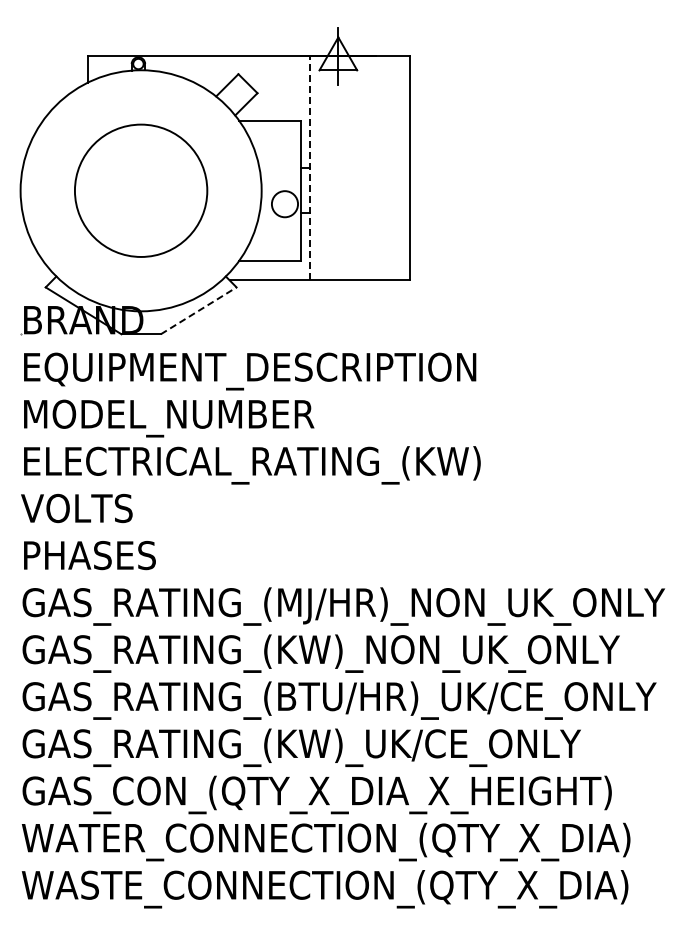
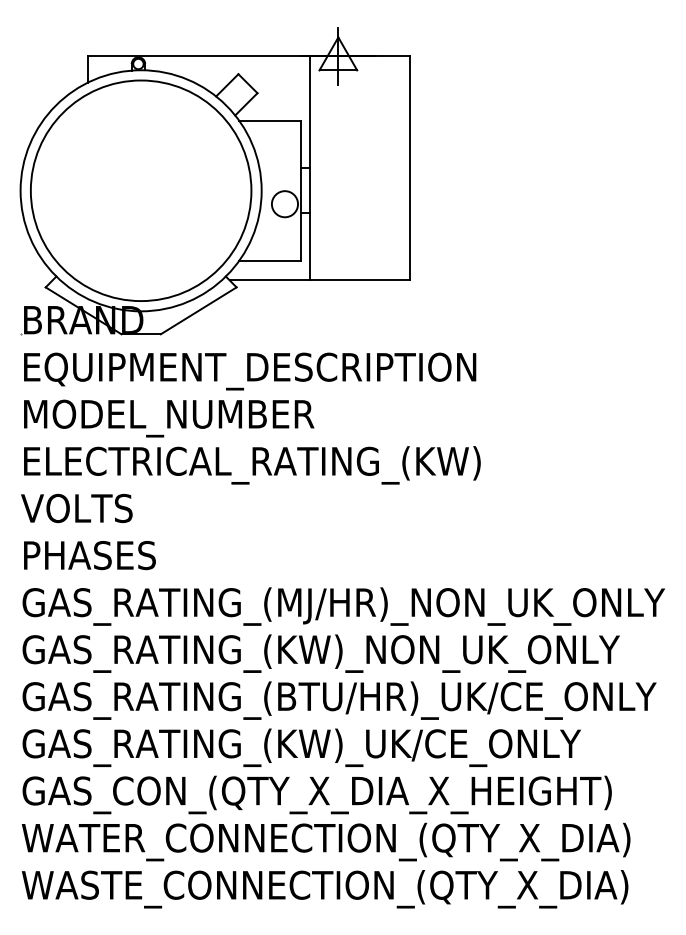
line at (309, 167): dashed -> solid
circle at (140, 190) diameter: 132 px -> 221 px
line at (198, 310): dashed -> solid
